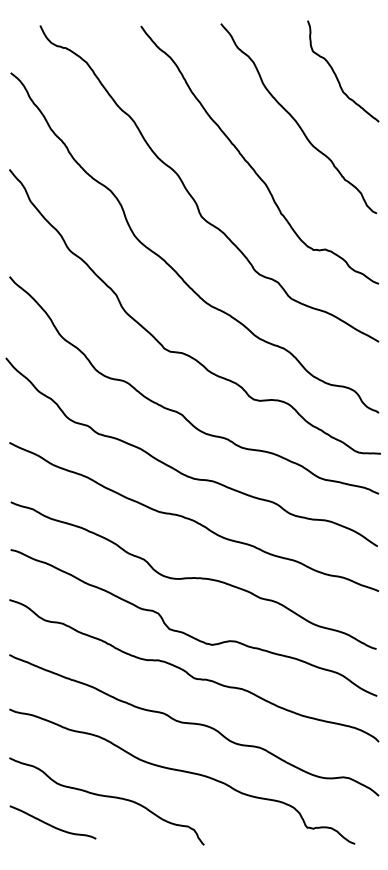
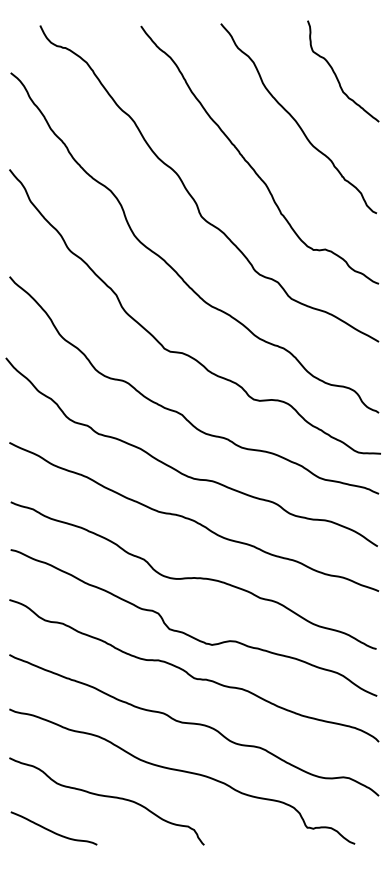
curve at (51, 824) position: (51, 824) -> (52, 830)
